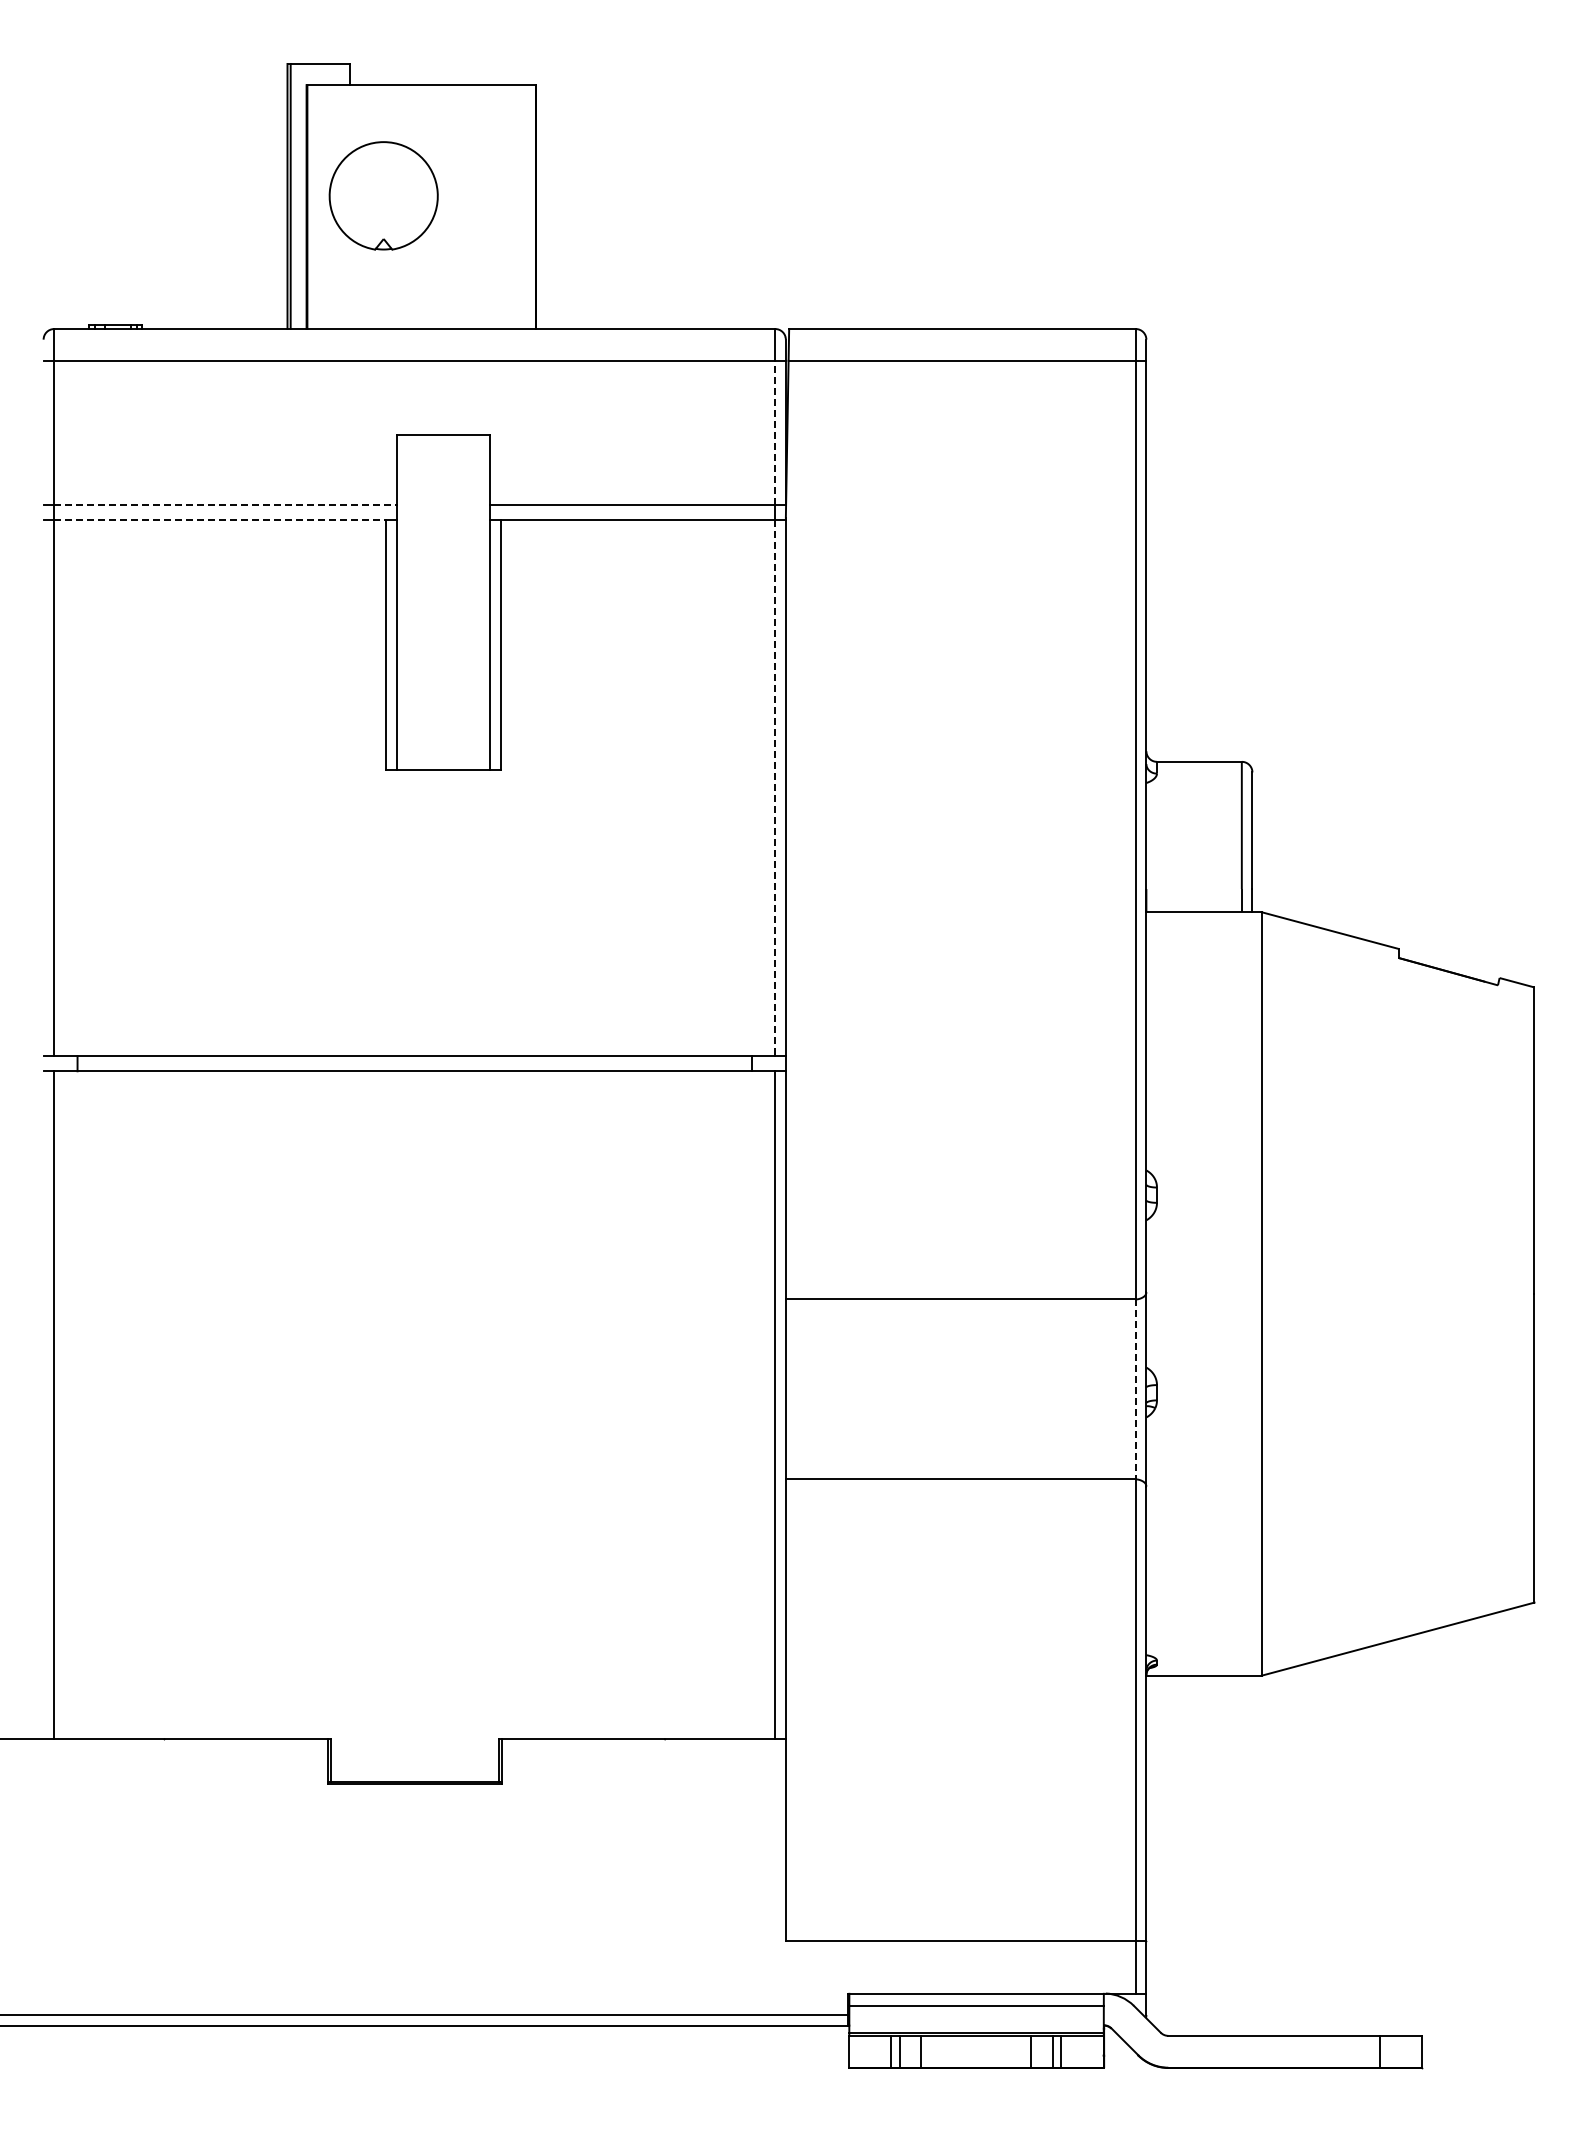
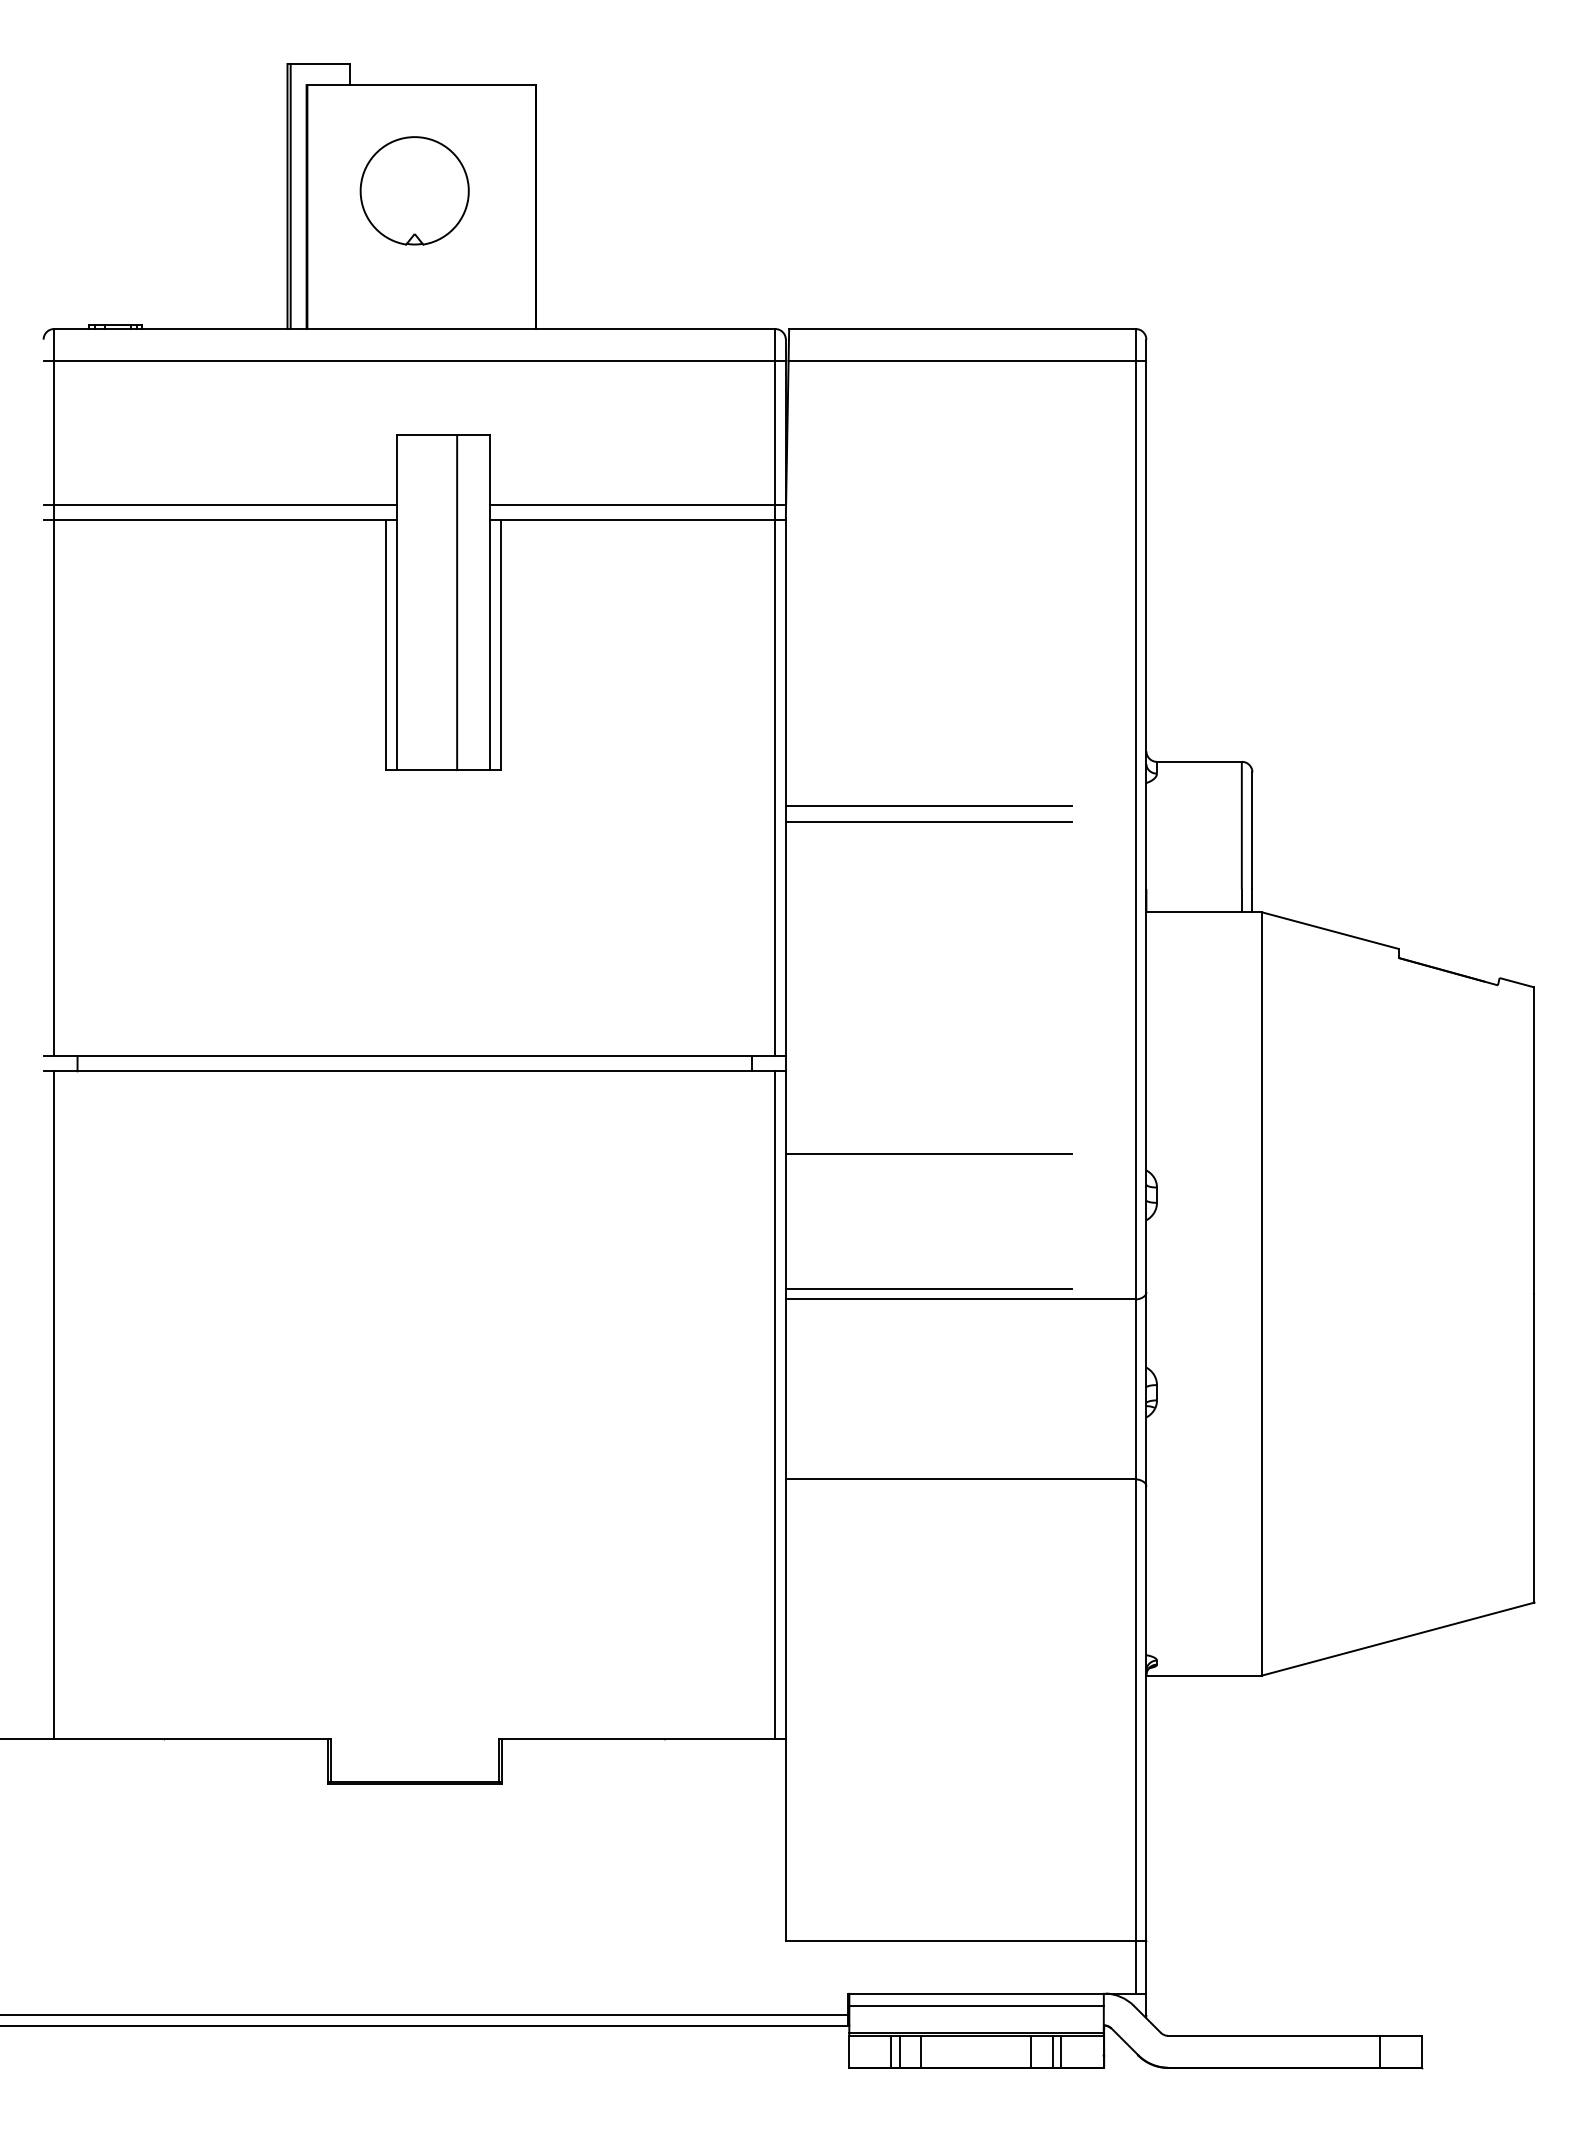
part at (383, 195) position: (383, 195) -> (414, 190)
line at (775, 432): dashed -> solid
line at (225, 505): dashed -> solid
line at (220, 519): dashed -> solid
line at (457, 602): none -> present
line at (775, 788): dashed -> solid
line at (928, 805): none -> present
line at (928, 822): none -> present
line at (928, 1154): none -> present
line at (928, 1288): none -> present
line at (1135, 1389): dashed -> solid
